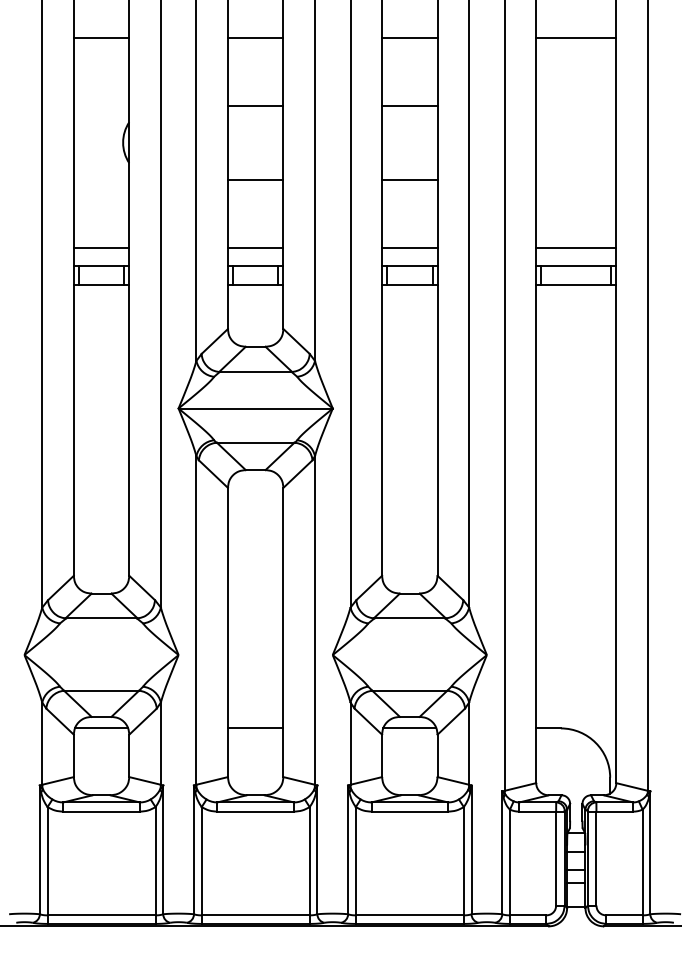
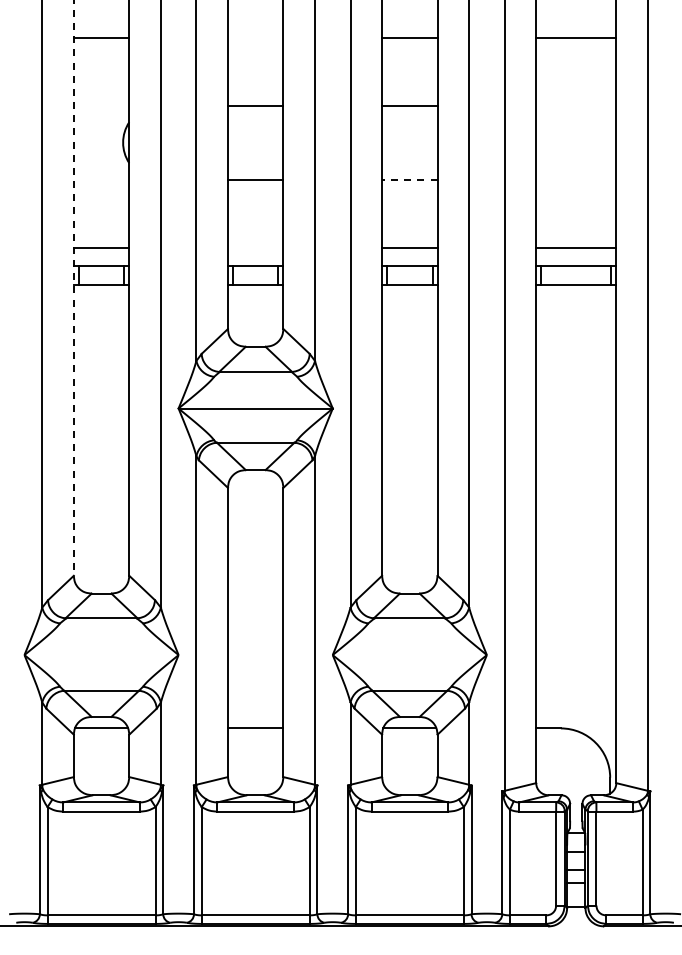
line at (255, 37): present -> none
line at (409, 179): solid -> dashed
line at (255, 247): present -> none
line at (73, 288): solid -> dashed
